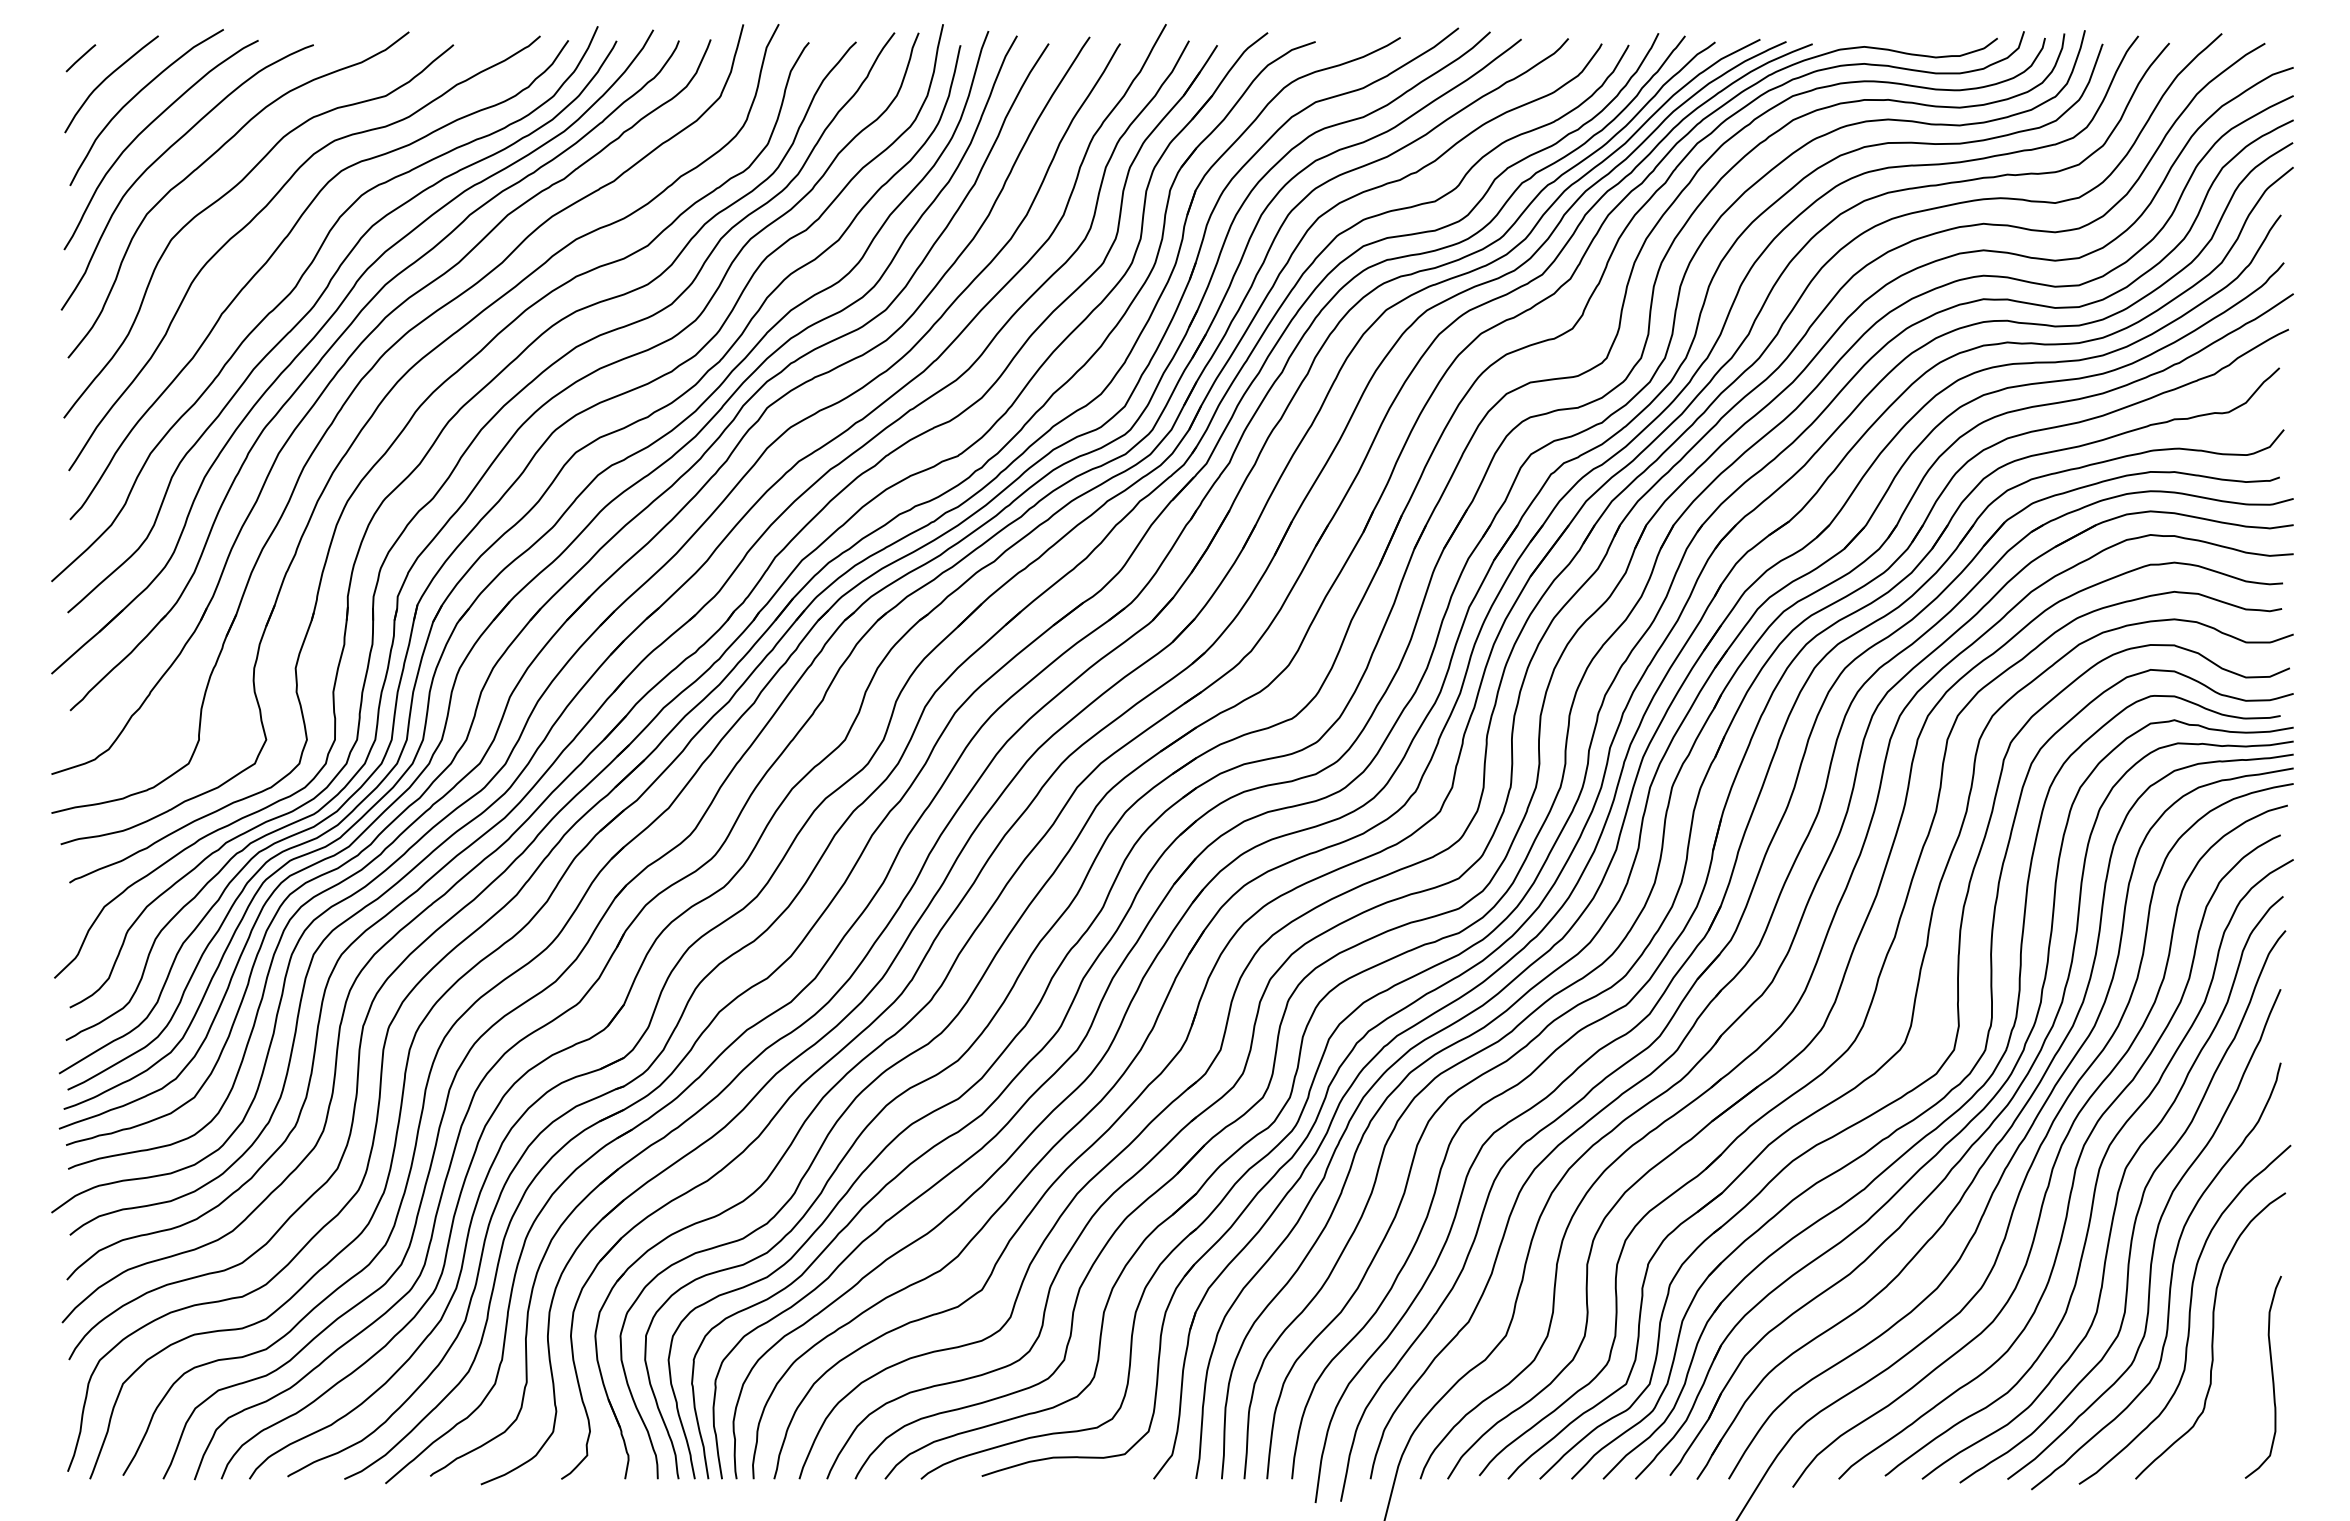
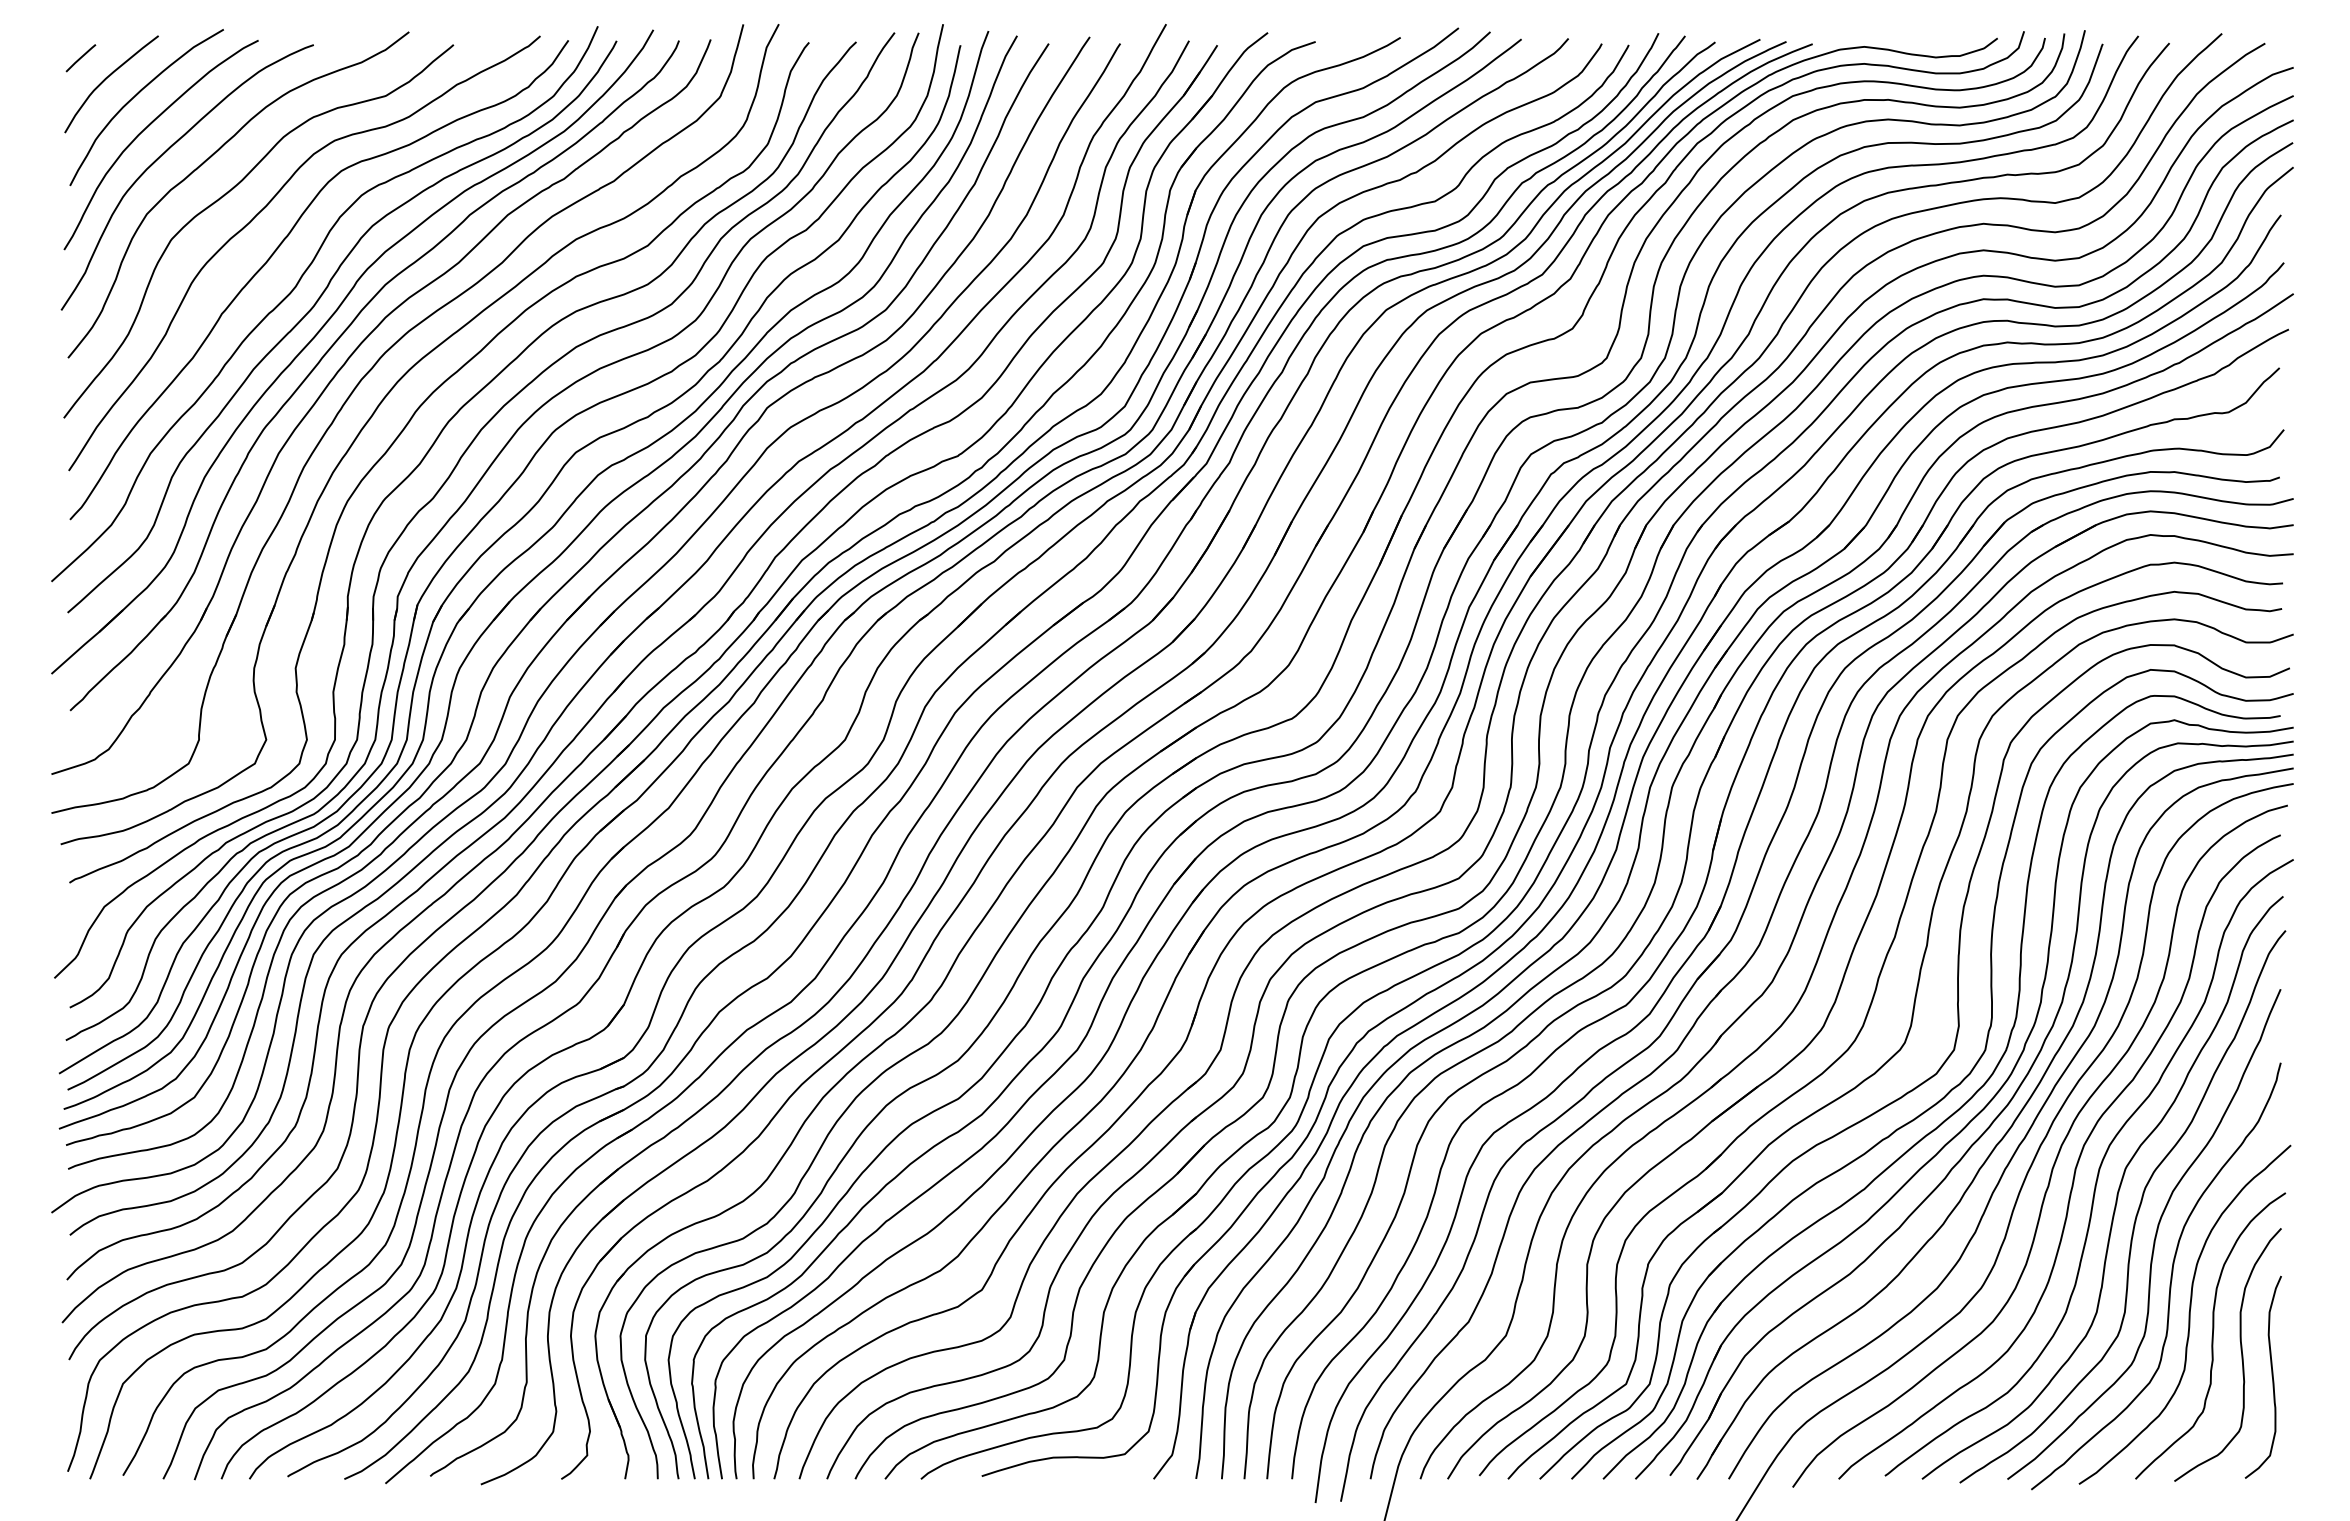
curve at (2240, 1350): none -> present
